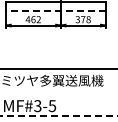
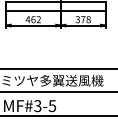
line at (55, 11): dashed -> solid
line at (58, 92): none -> present
line at (59, 116): dashed -> solid
